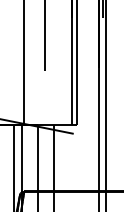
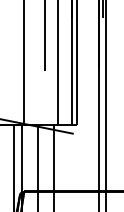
line at (57, 63): none -> present
